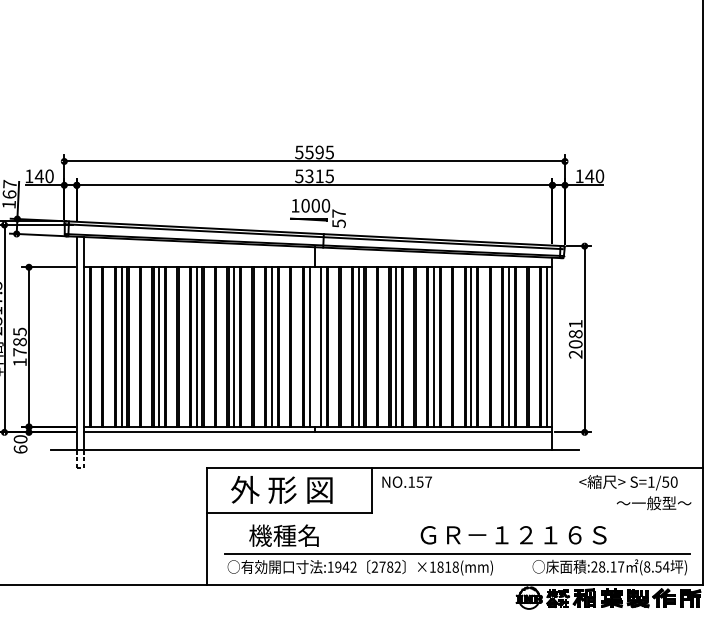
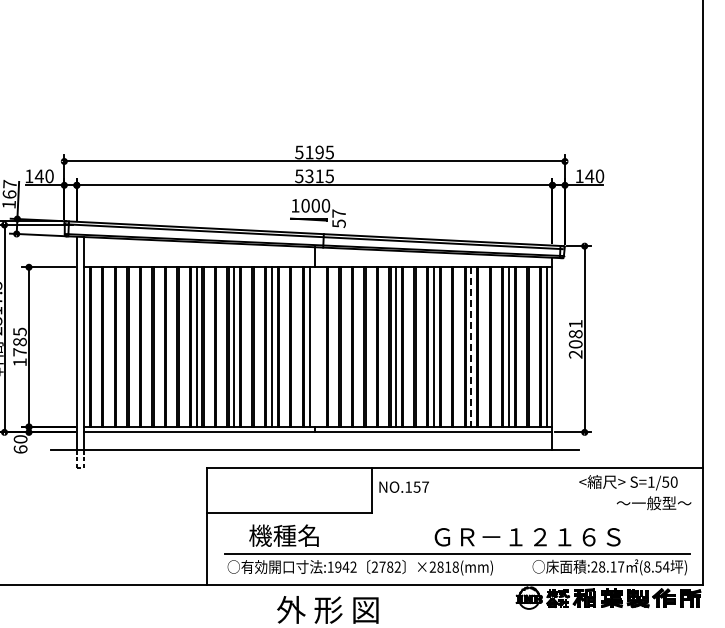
text at (309, 152): 5595 -> 5195
line at (121, 347): present -> none
line at (159, 347): present -> none
line at (321, 347): present -> none
line at (358, 347): present -> none
line at (471, 347): solid -> dashed
text at (406, 481) position: (406, 481) -> (403, 486)
text at (281, 489) position: (281, 489) -> (327, 609)
text at (513, 535) position: (513, 535) -> (527, 537)
text at (432, 566): ×1818(mm) -> ×2818(mm)
